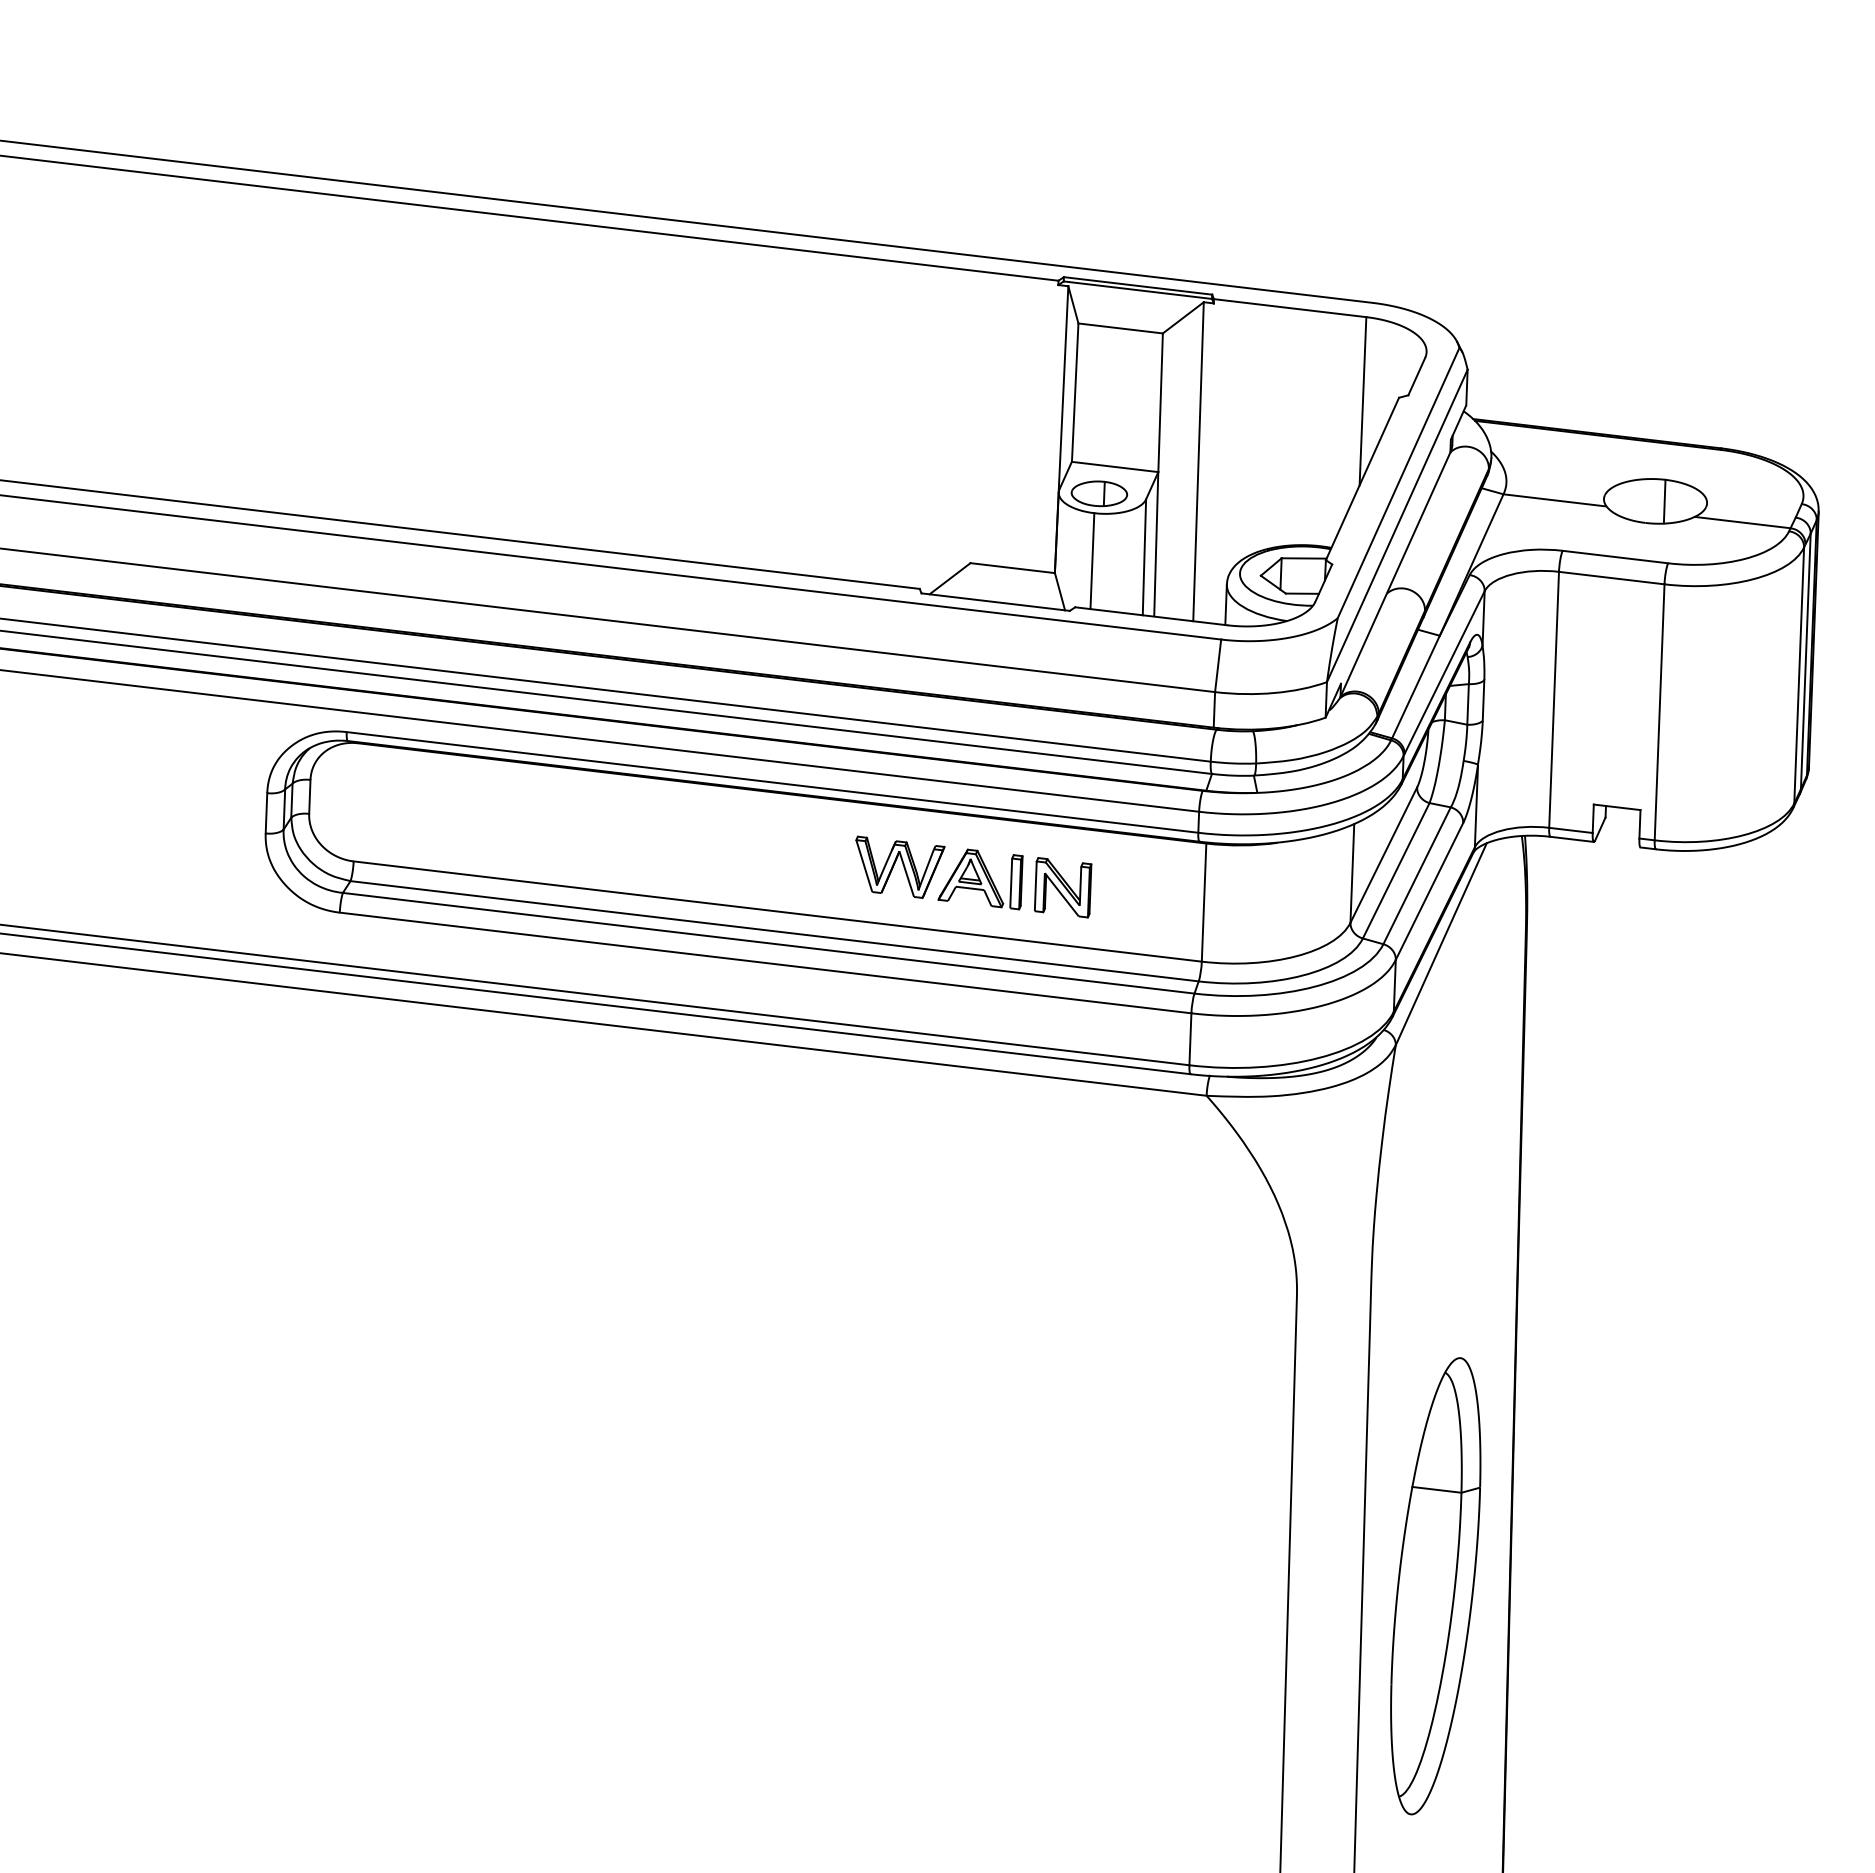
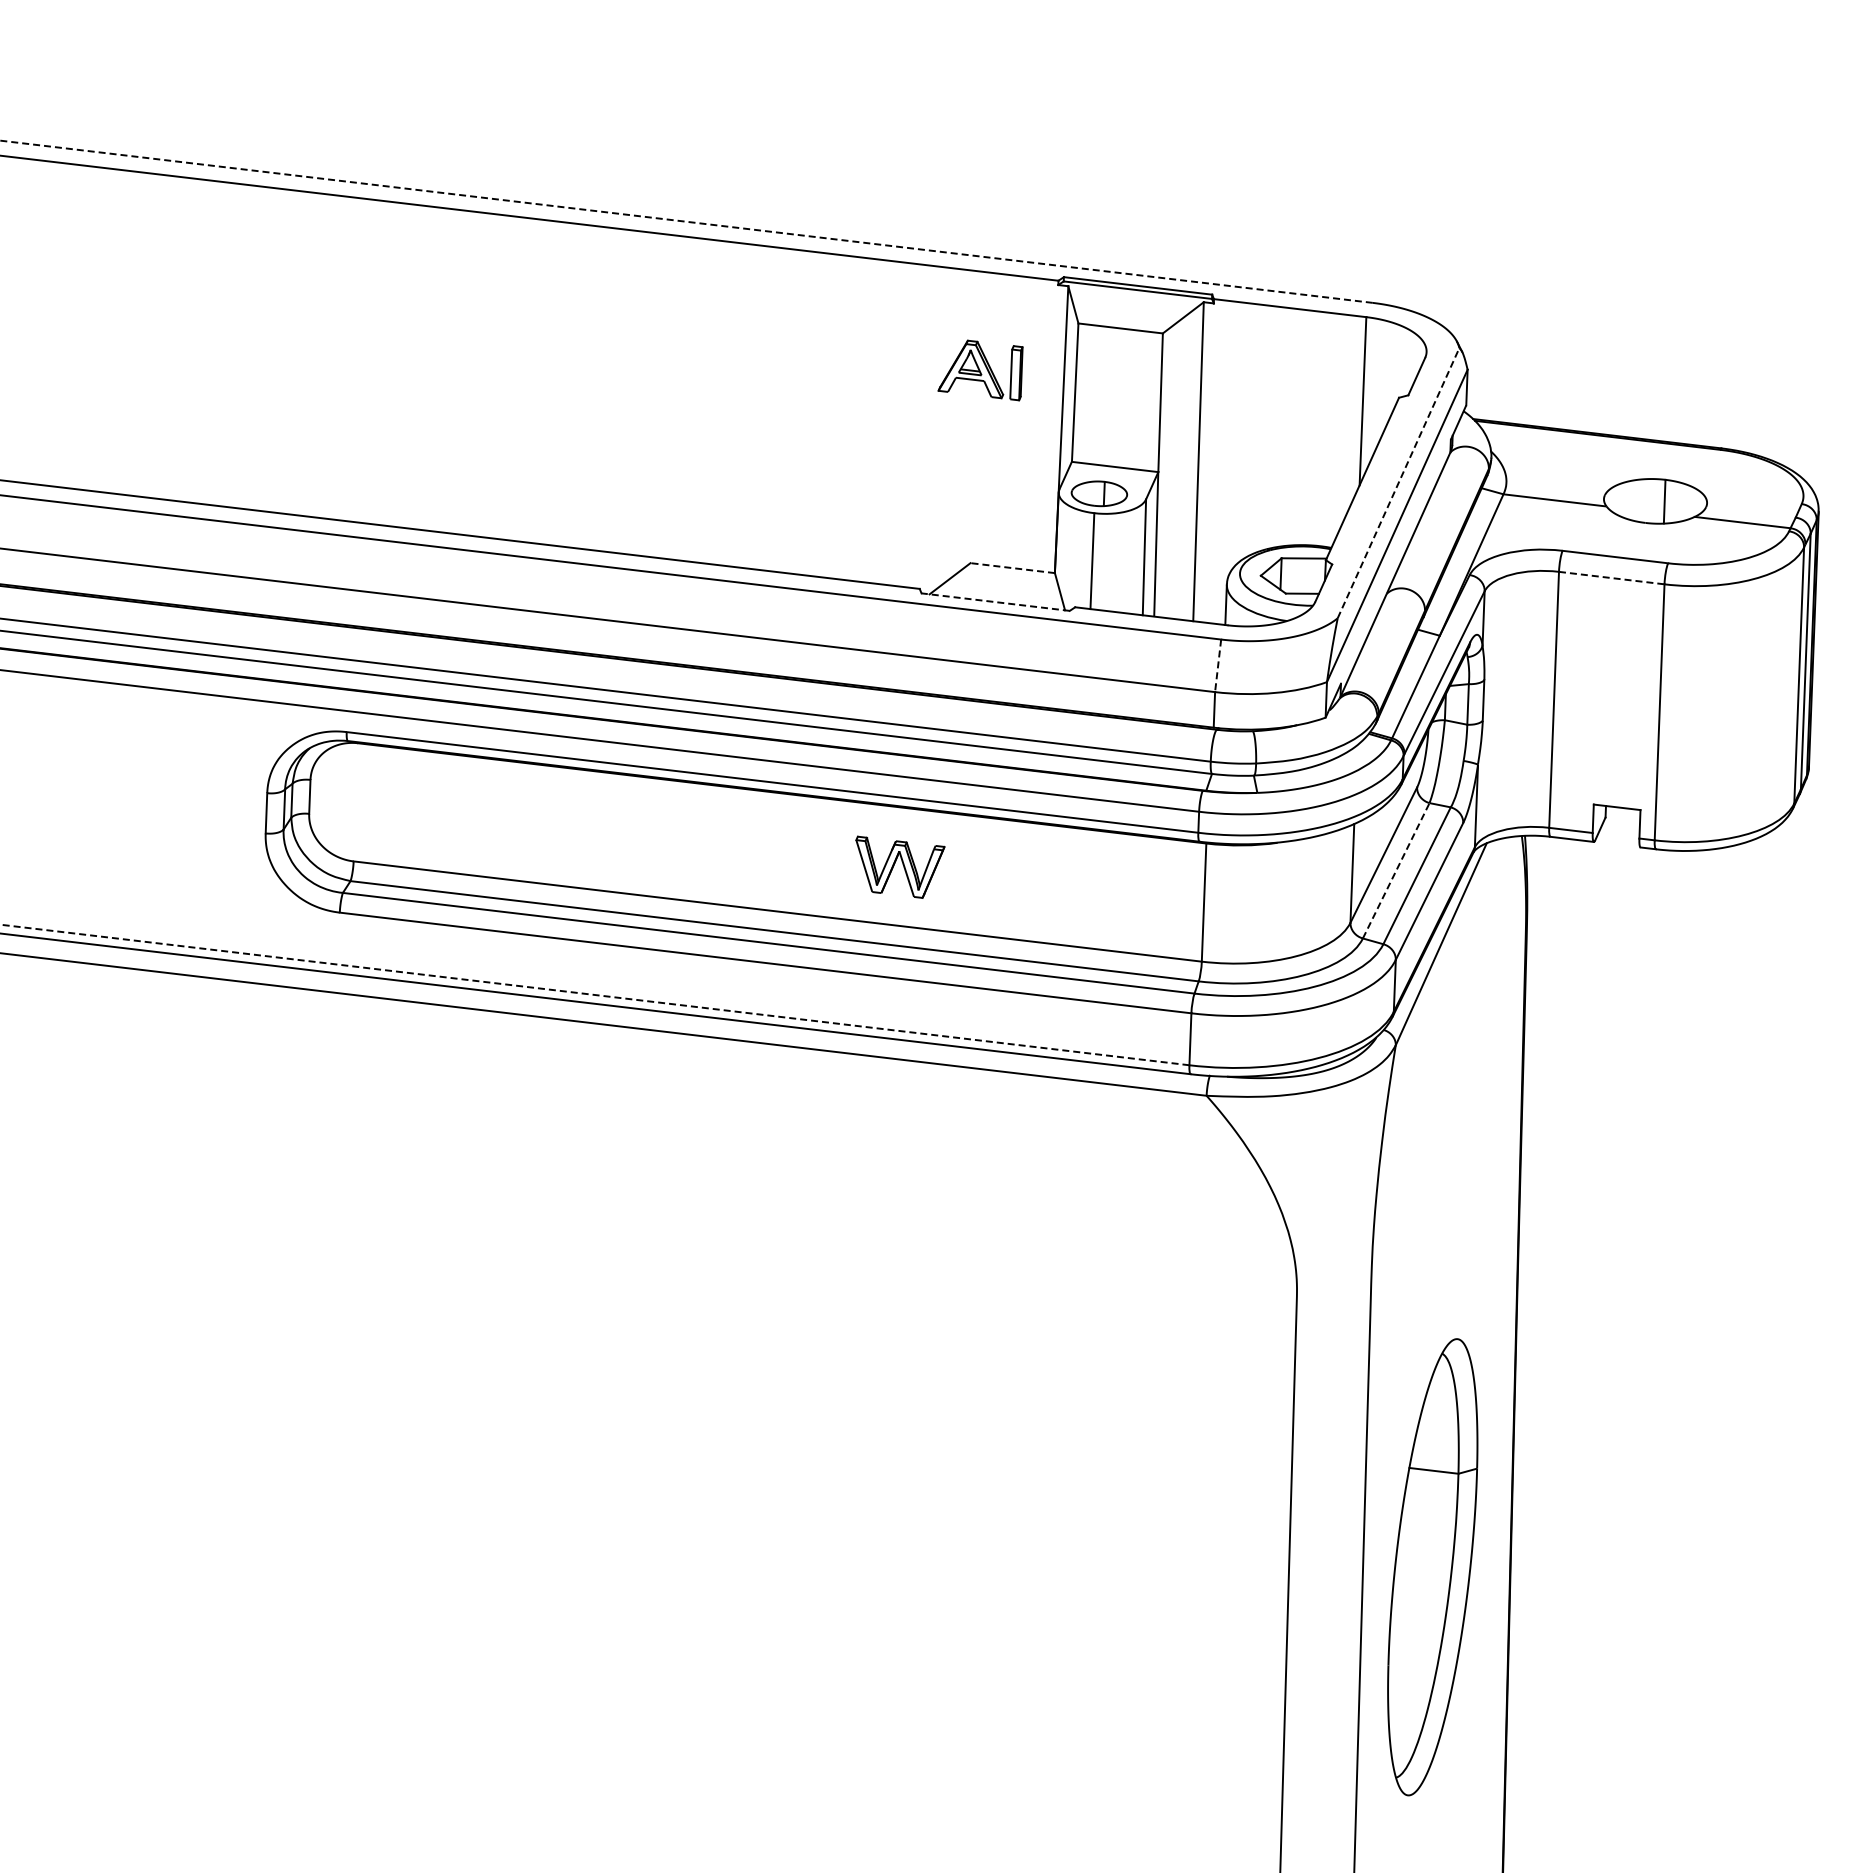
line at (686, 221): solid -> dashed
line at (1398, 482): solid -> dashed
line at (1012, 568): solid -> dashed
line at (1612, 578): solid -> dashed
line at (995, 602): solid -> dashed
line at (1218, 666): solid -> dashed
line at (1396, 870): solid -> dashed
part at (980, 879) position: (980, 879) -> (980, 370)
part at (1063, 887): present -> none
line at (594, 994): solid -> dashed
part at (1435, 1586) position: (1435, 1586) -> (1432, 1567)
